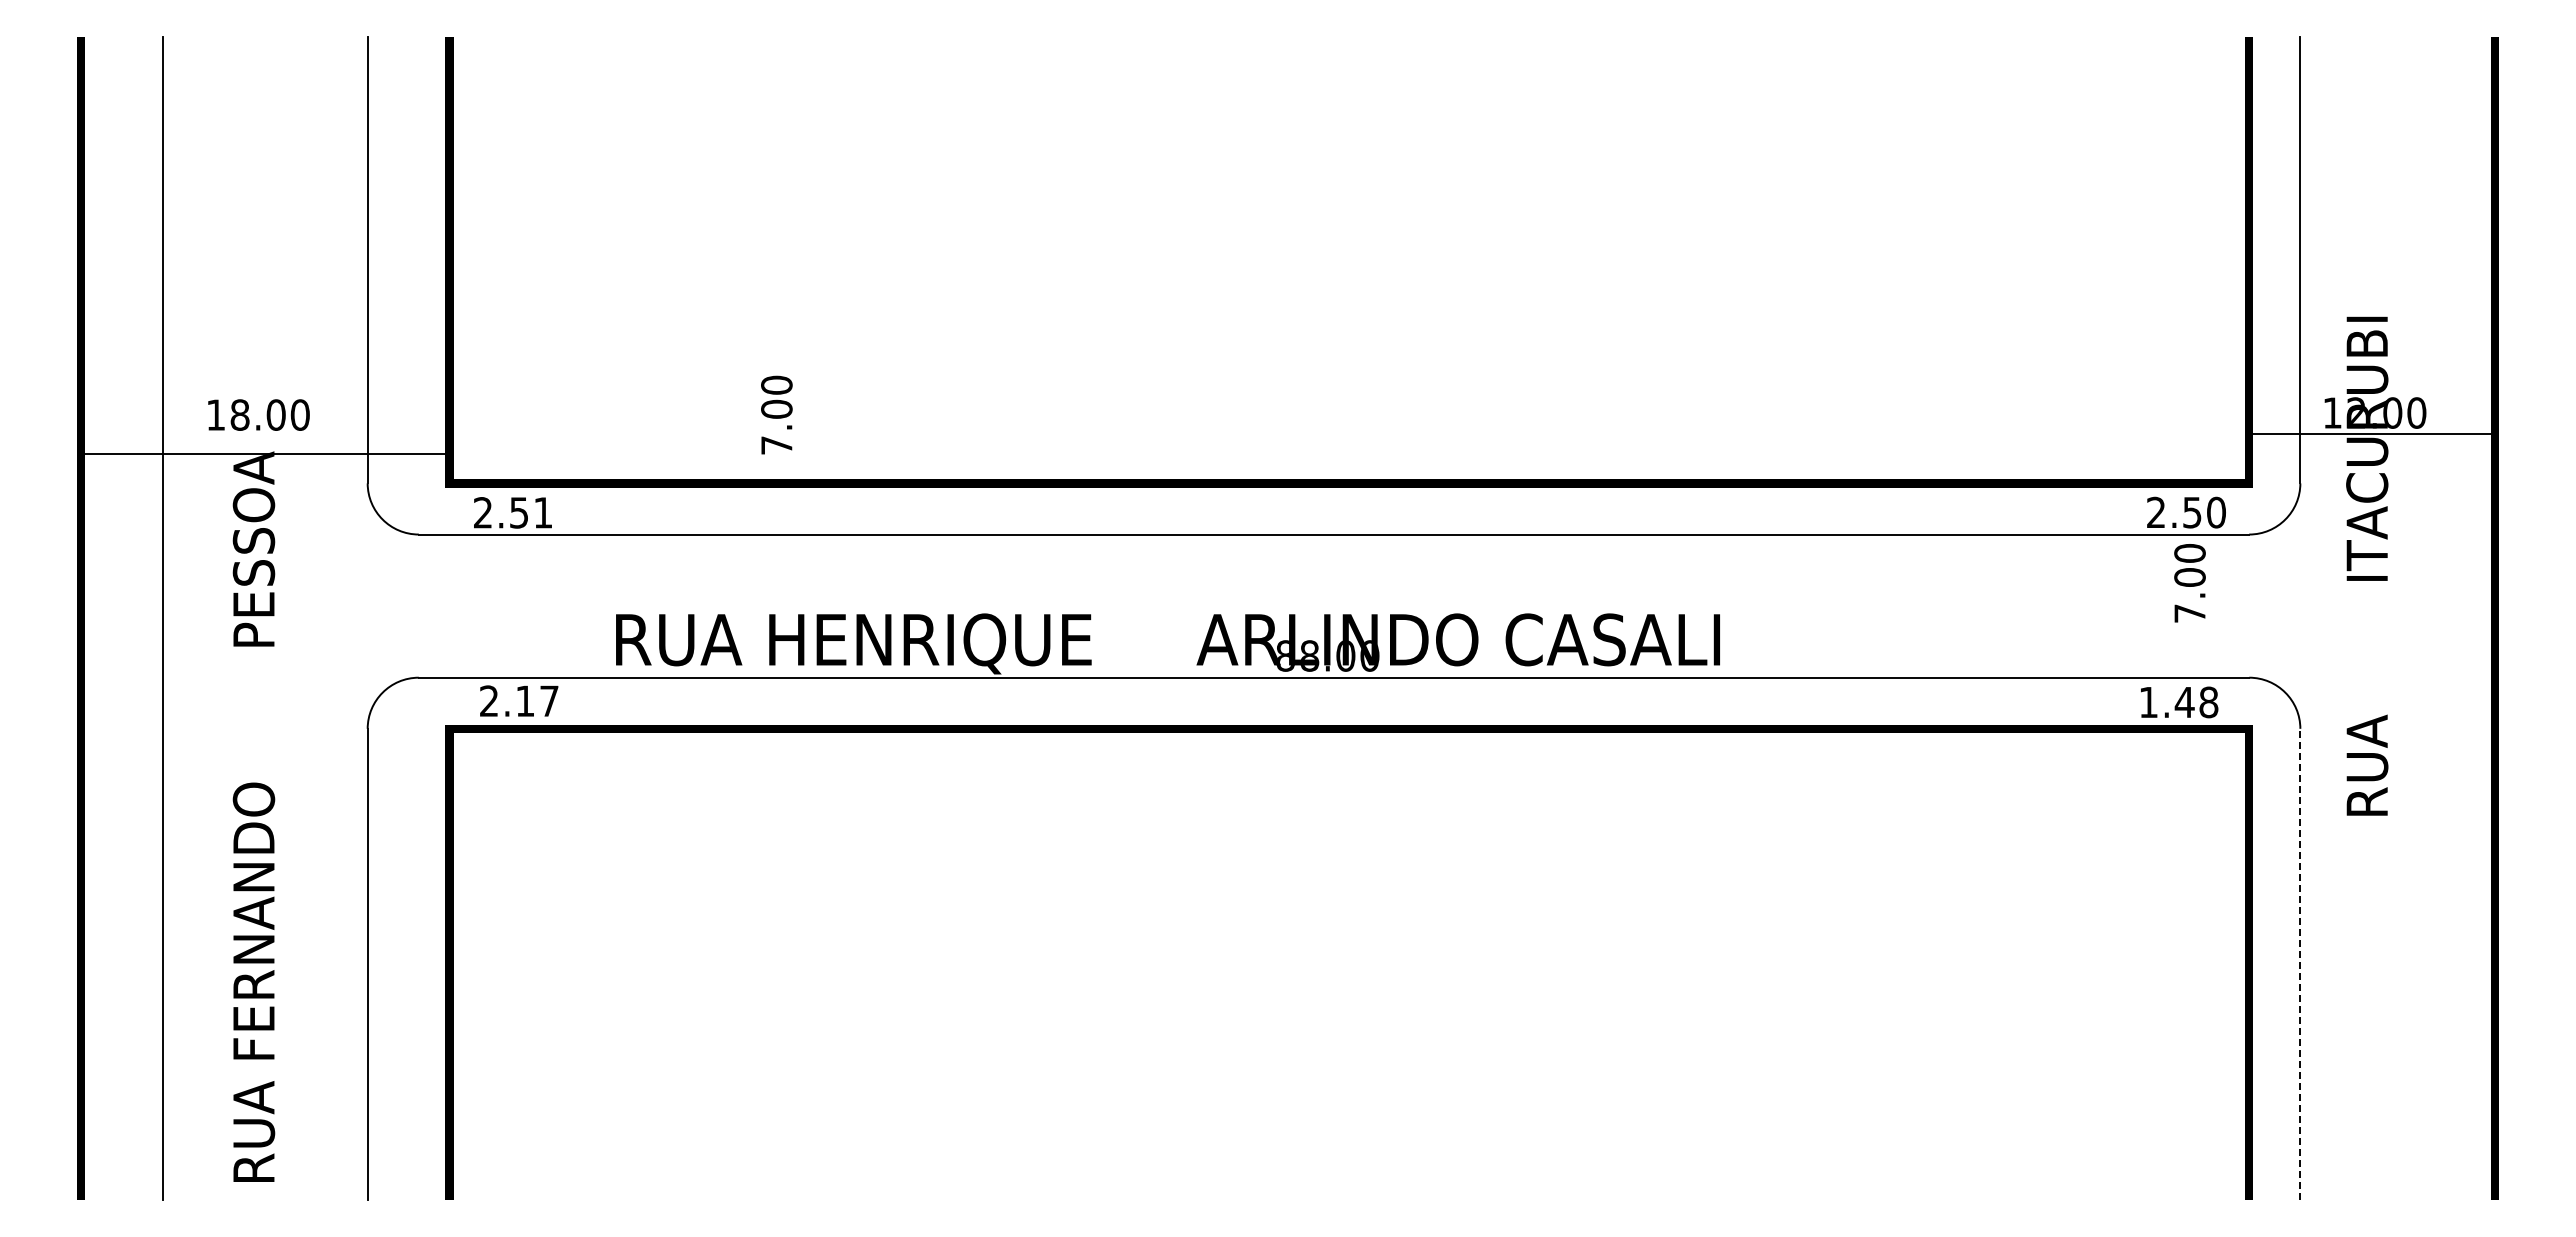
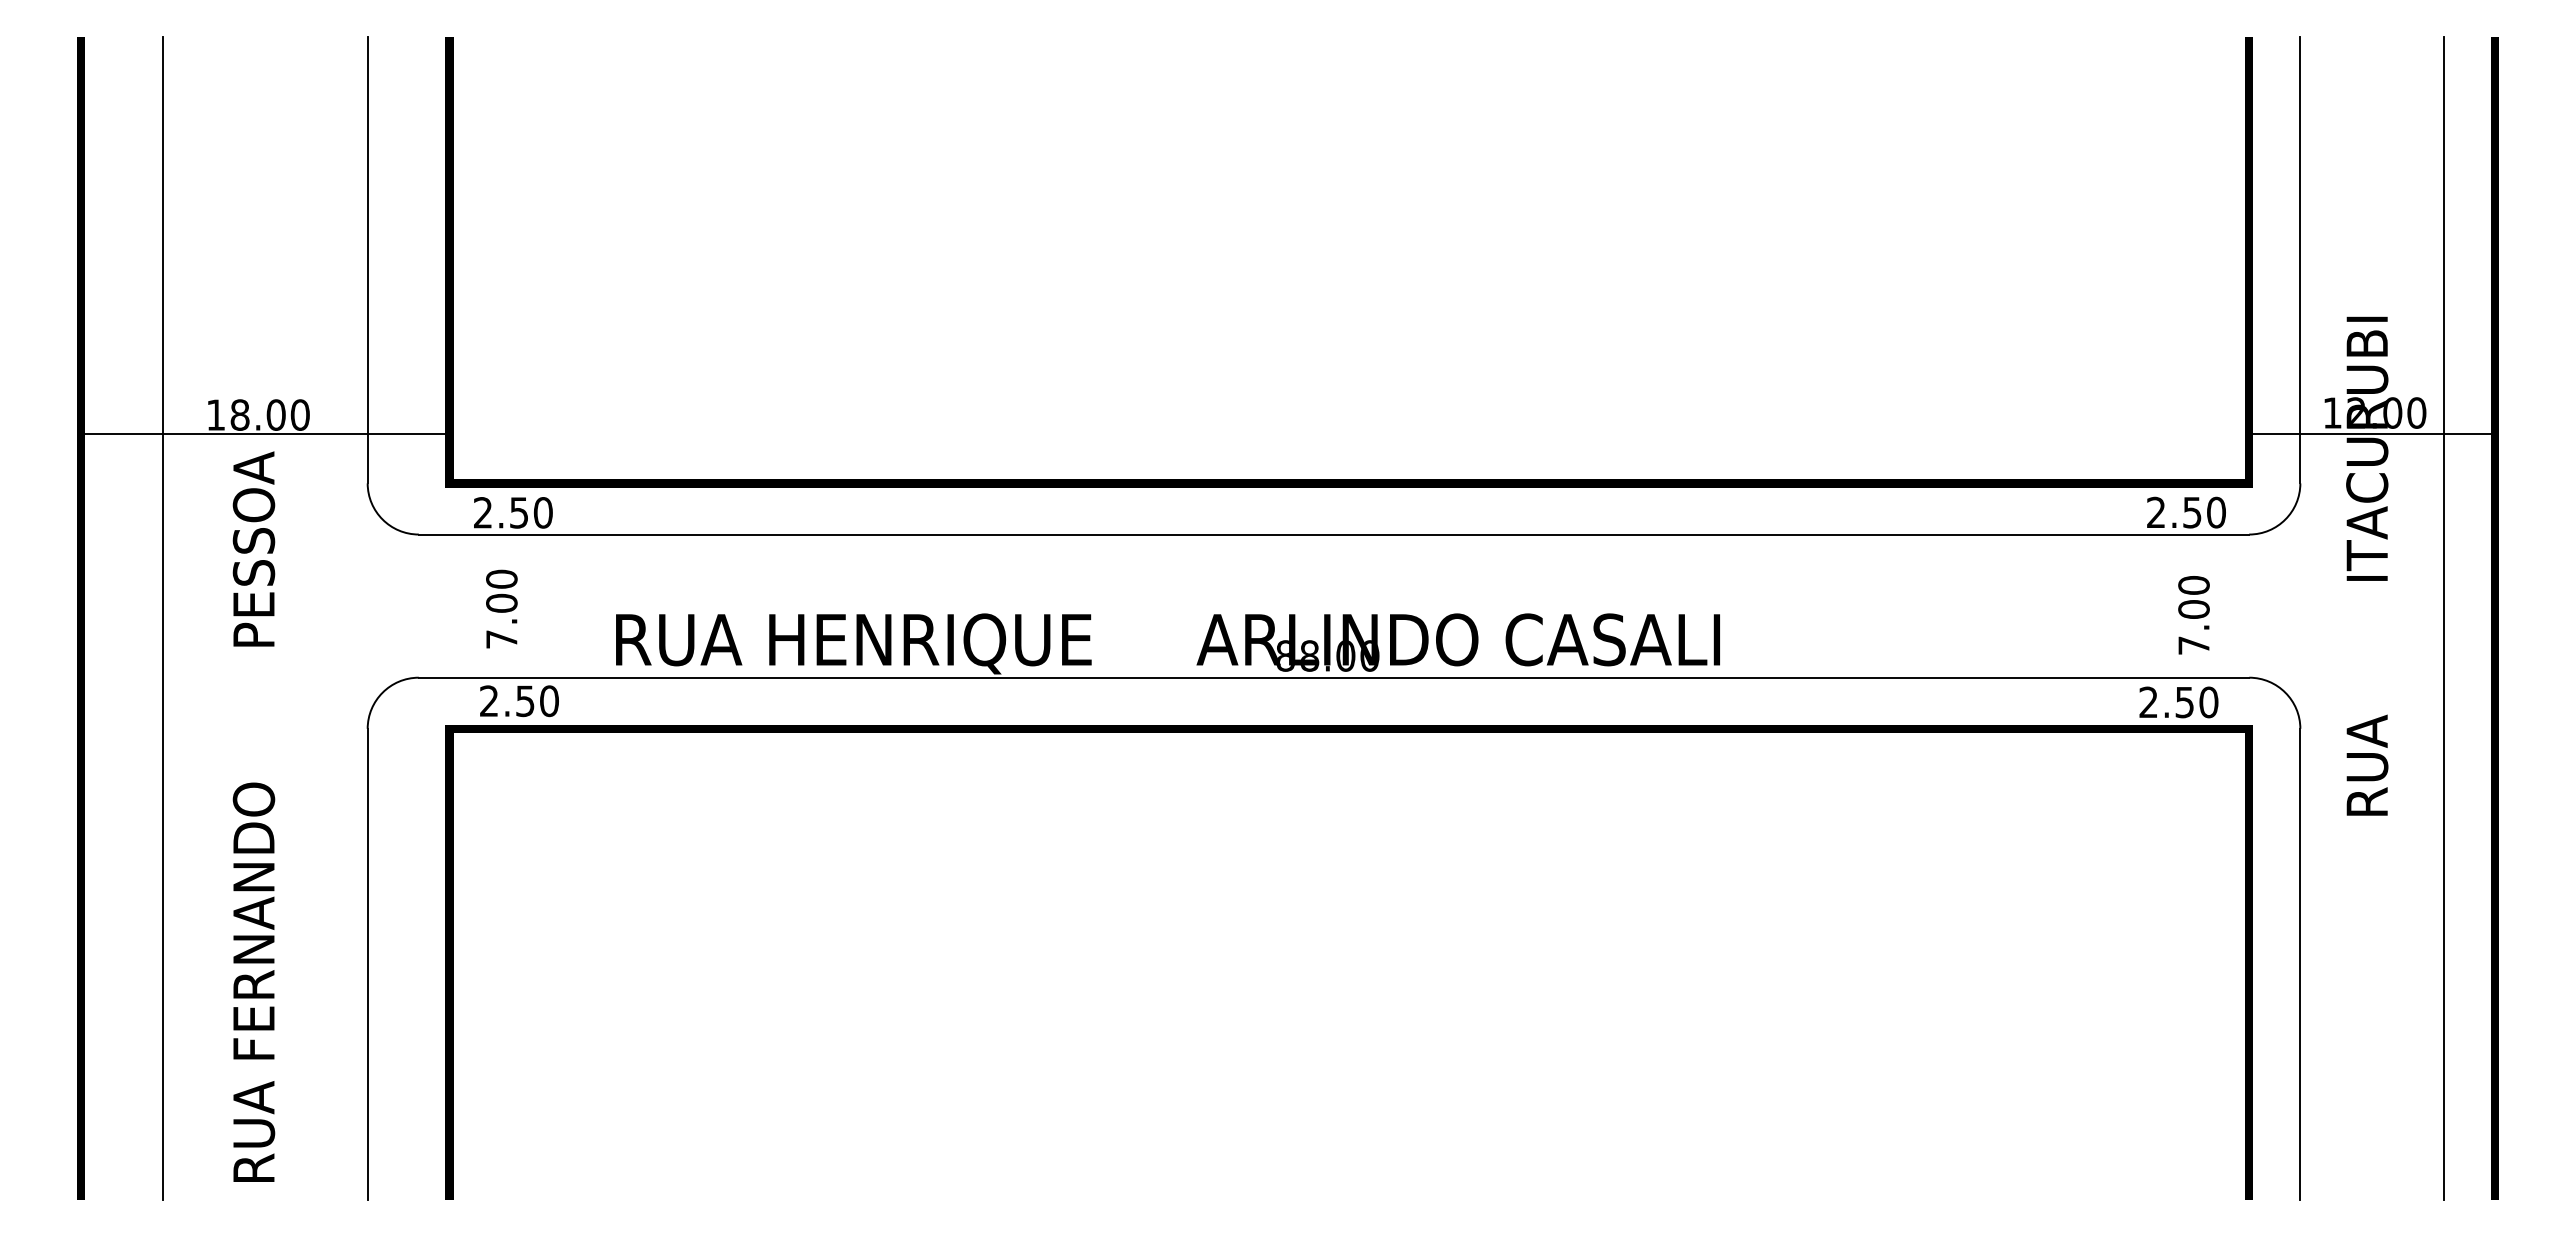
text at (776, 414) position: (776, 414) -> (501, 608)
line at (265, 454) position: (265, 454) -> (265, 434)
text at (542, 512): 2.51 -> 2.50
text at (2189, 583) position: (2189, 583) -> (2193, 615)
line at (2443, 618): none -> present
text at (537, 701): 2.17 -> 2.50
text at (2178, 702): 1.48 -> 2.50
line at (2300, 963): dashed -> solid
